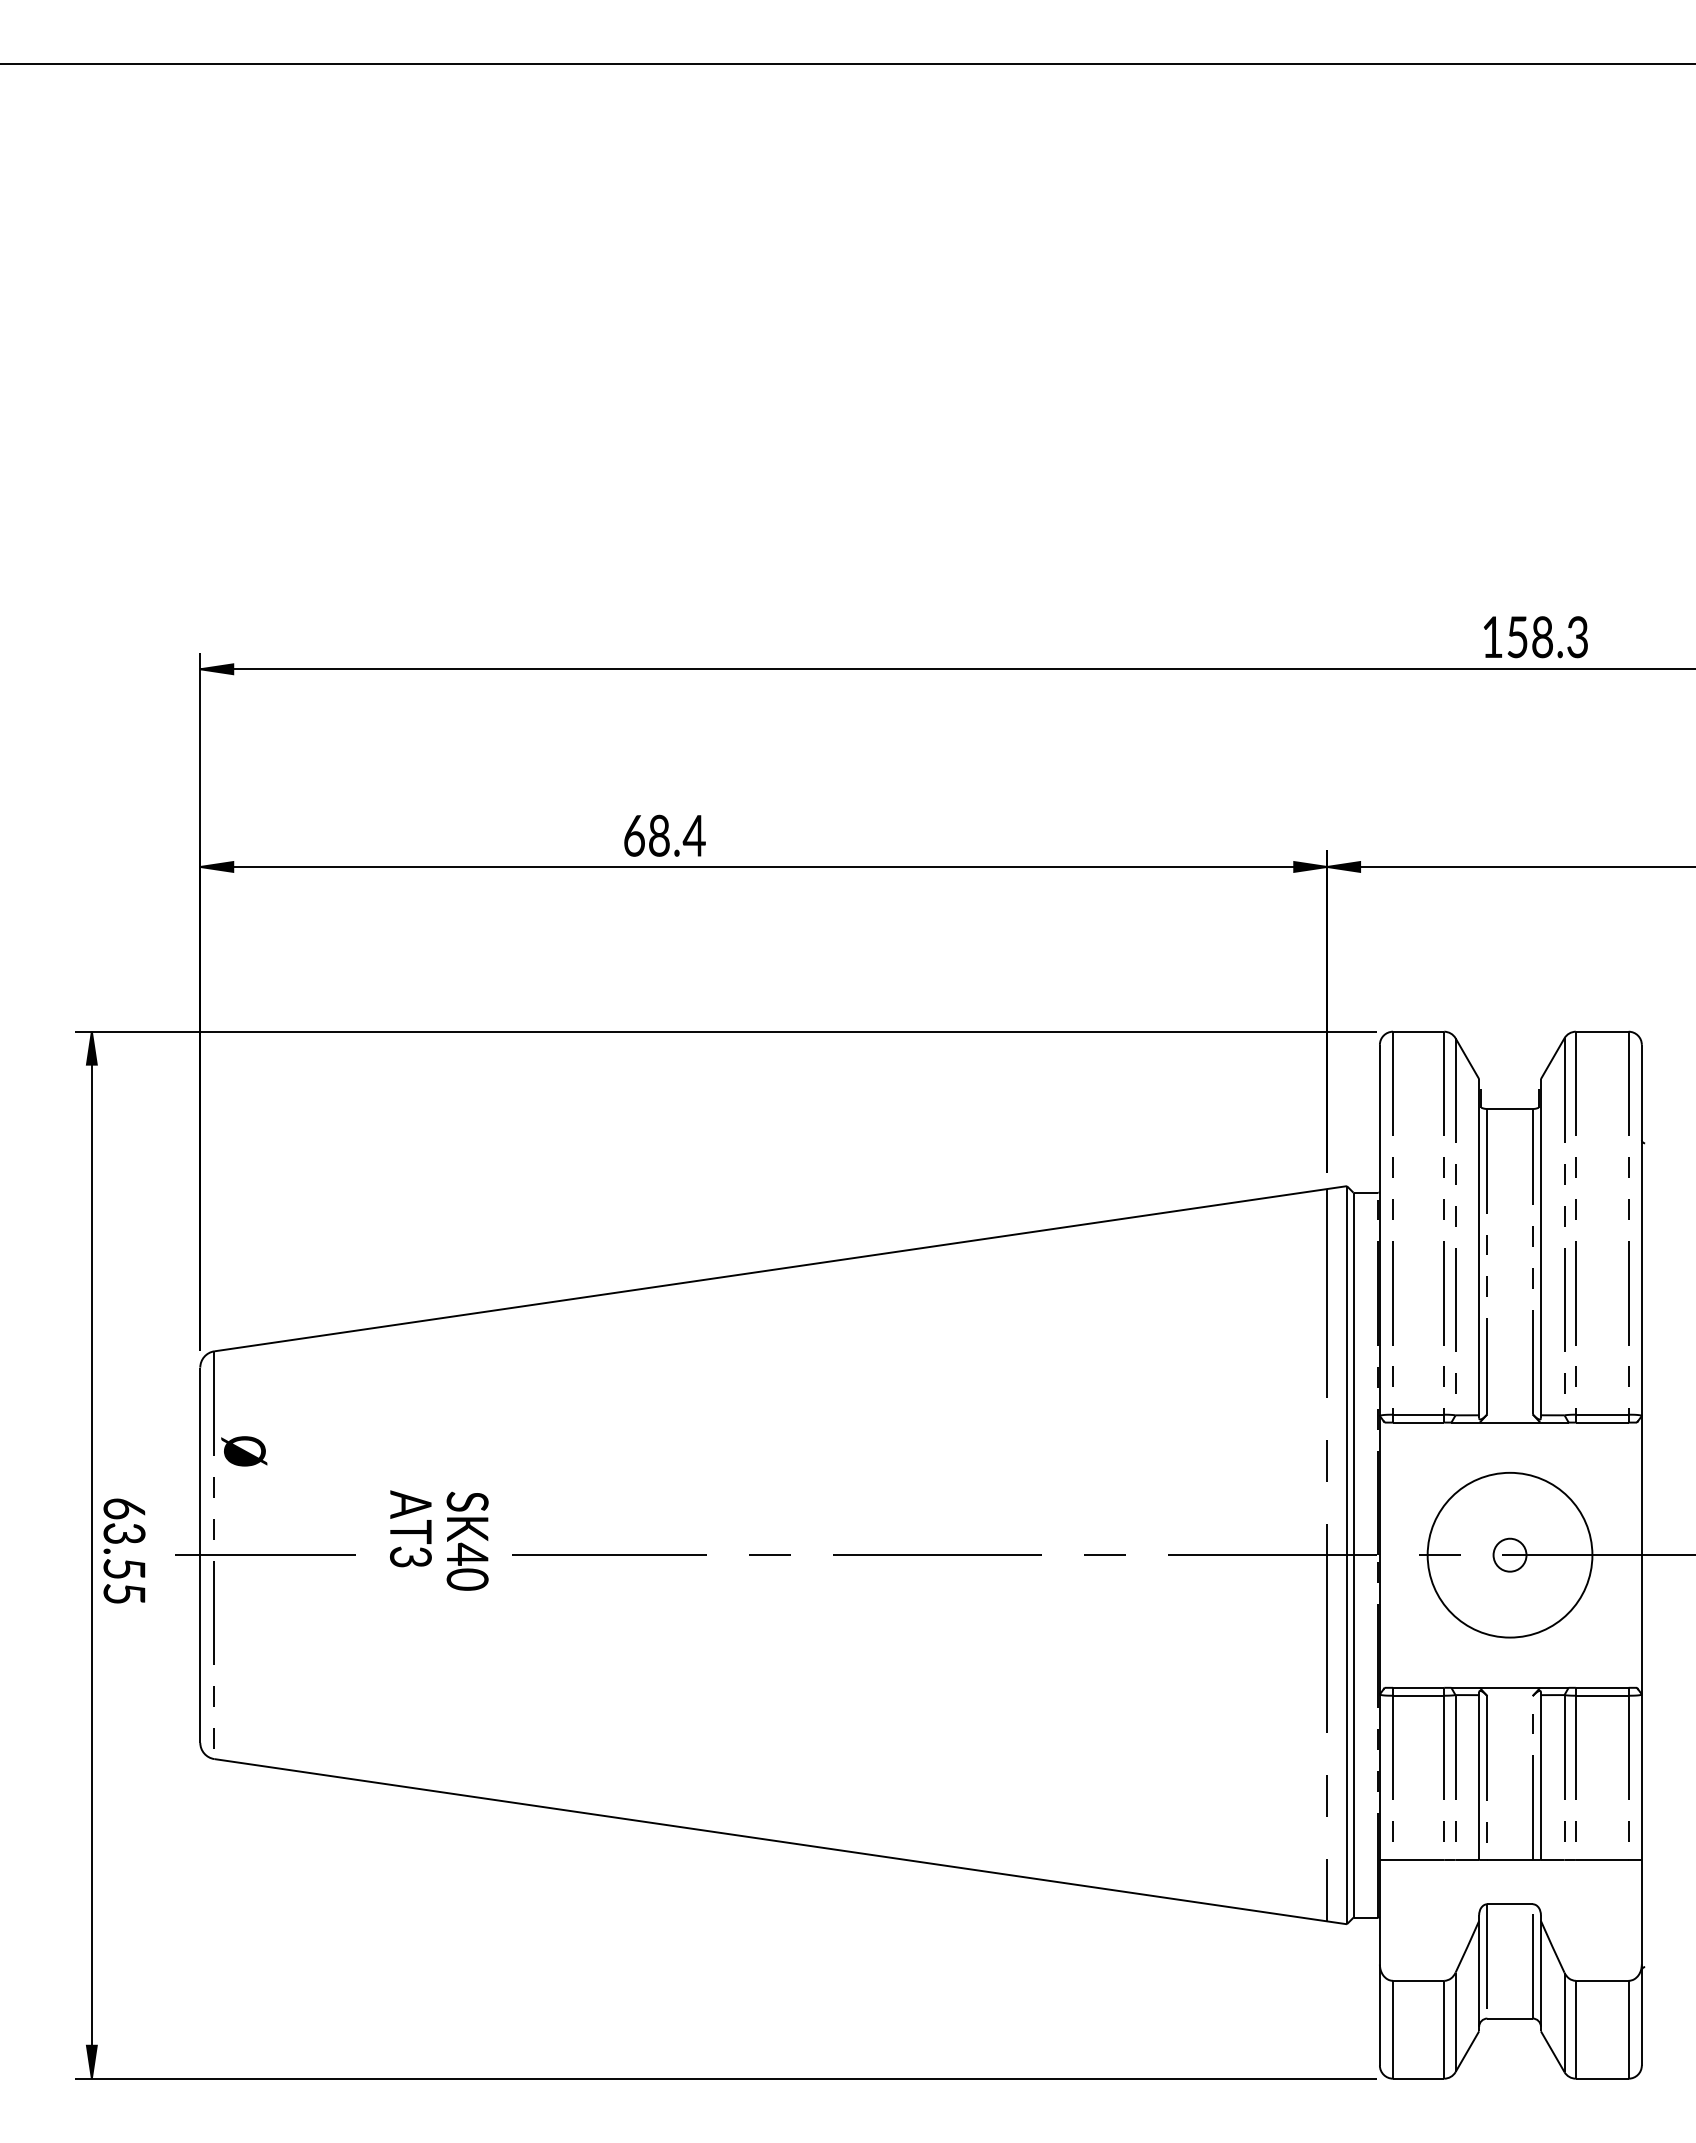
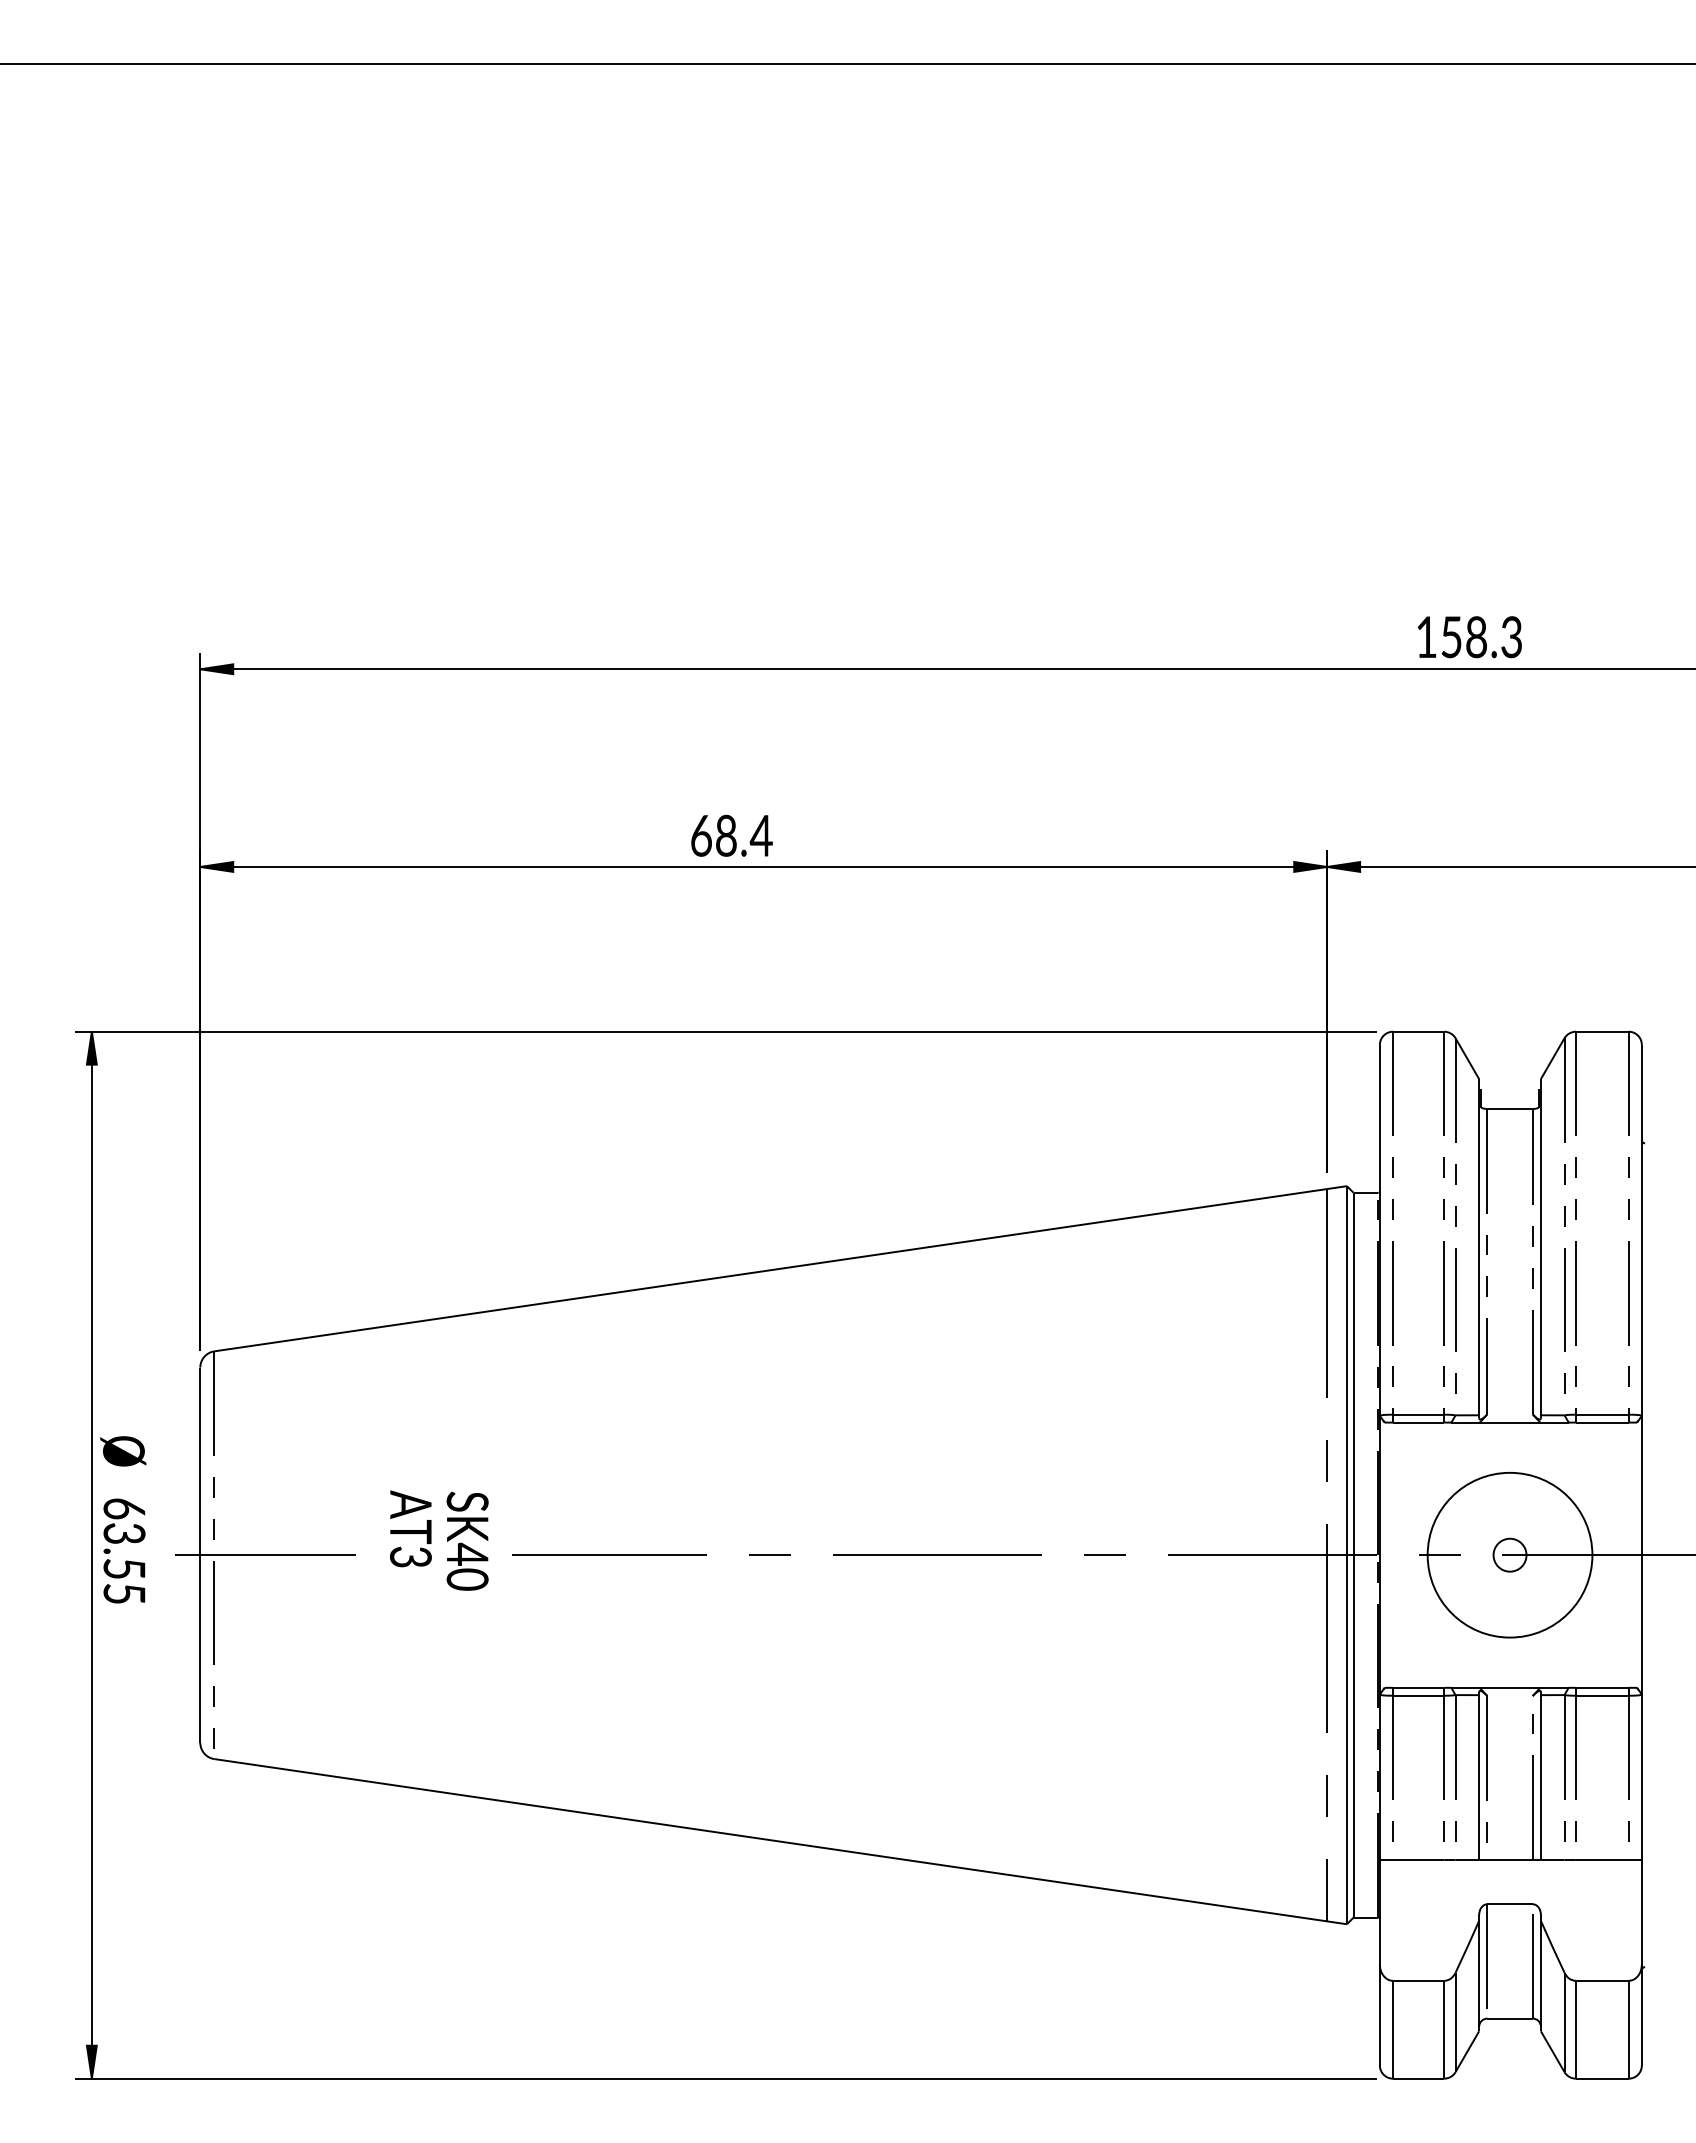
text at (1535, 637) position: (1535, 637) -> (1469, 637)
text at (664, 835) position: (664, 835) -> (731, 835)
text at (244, 1451) position: (244, 1451) -> (123, 1451)
